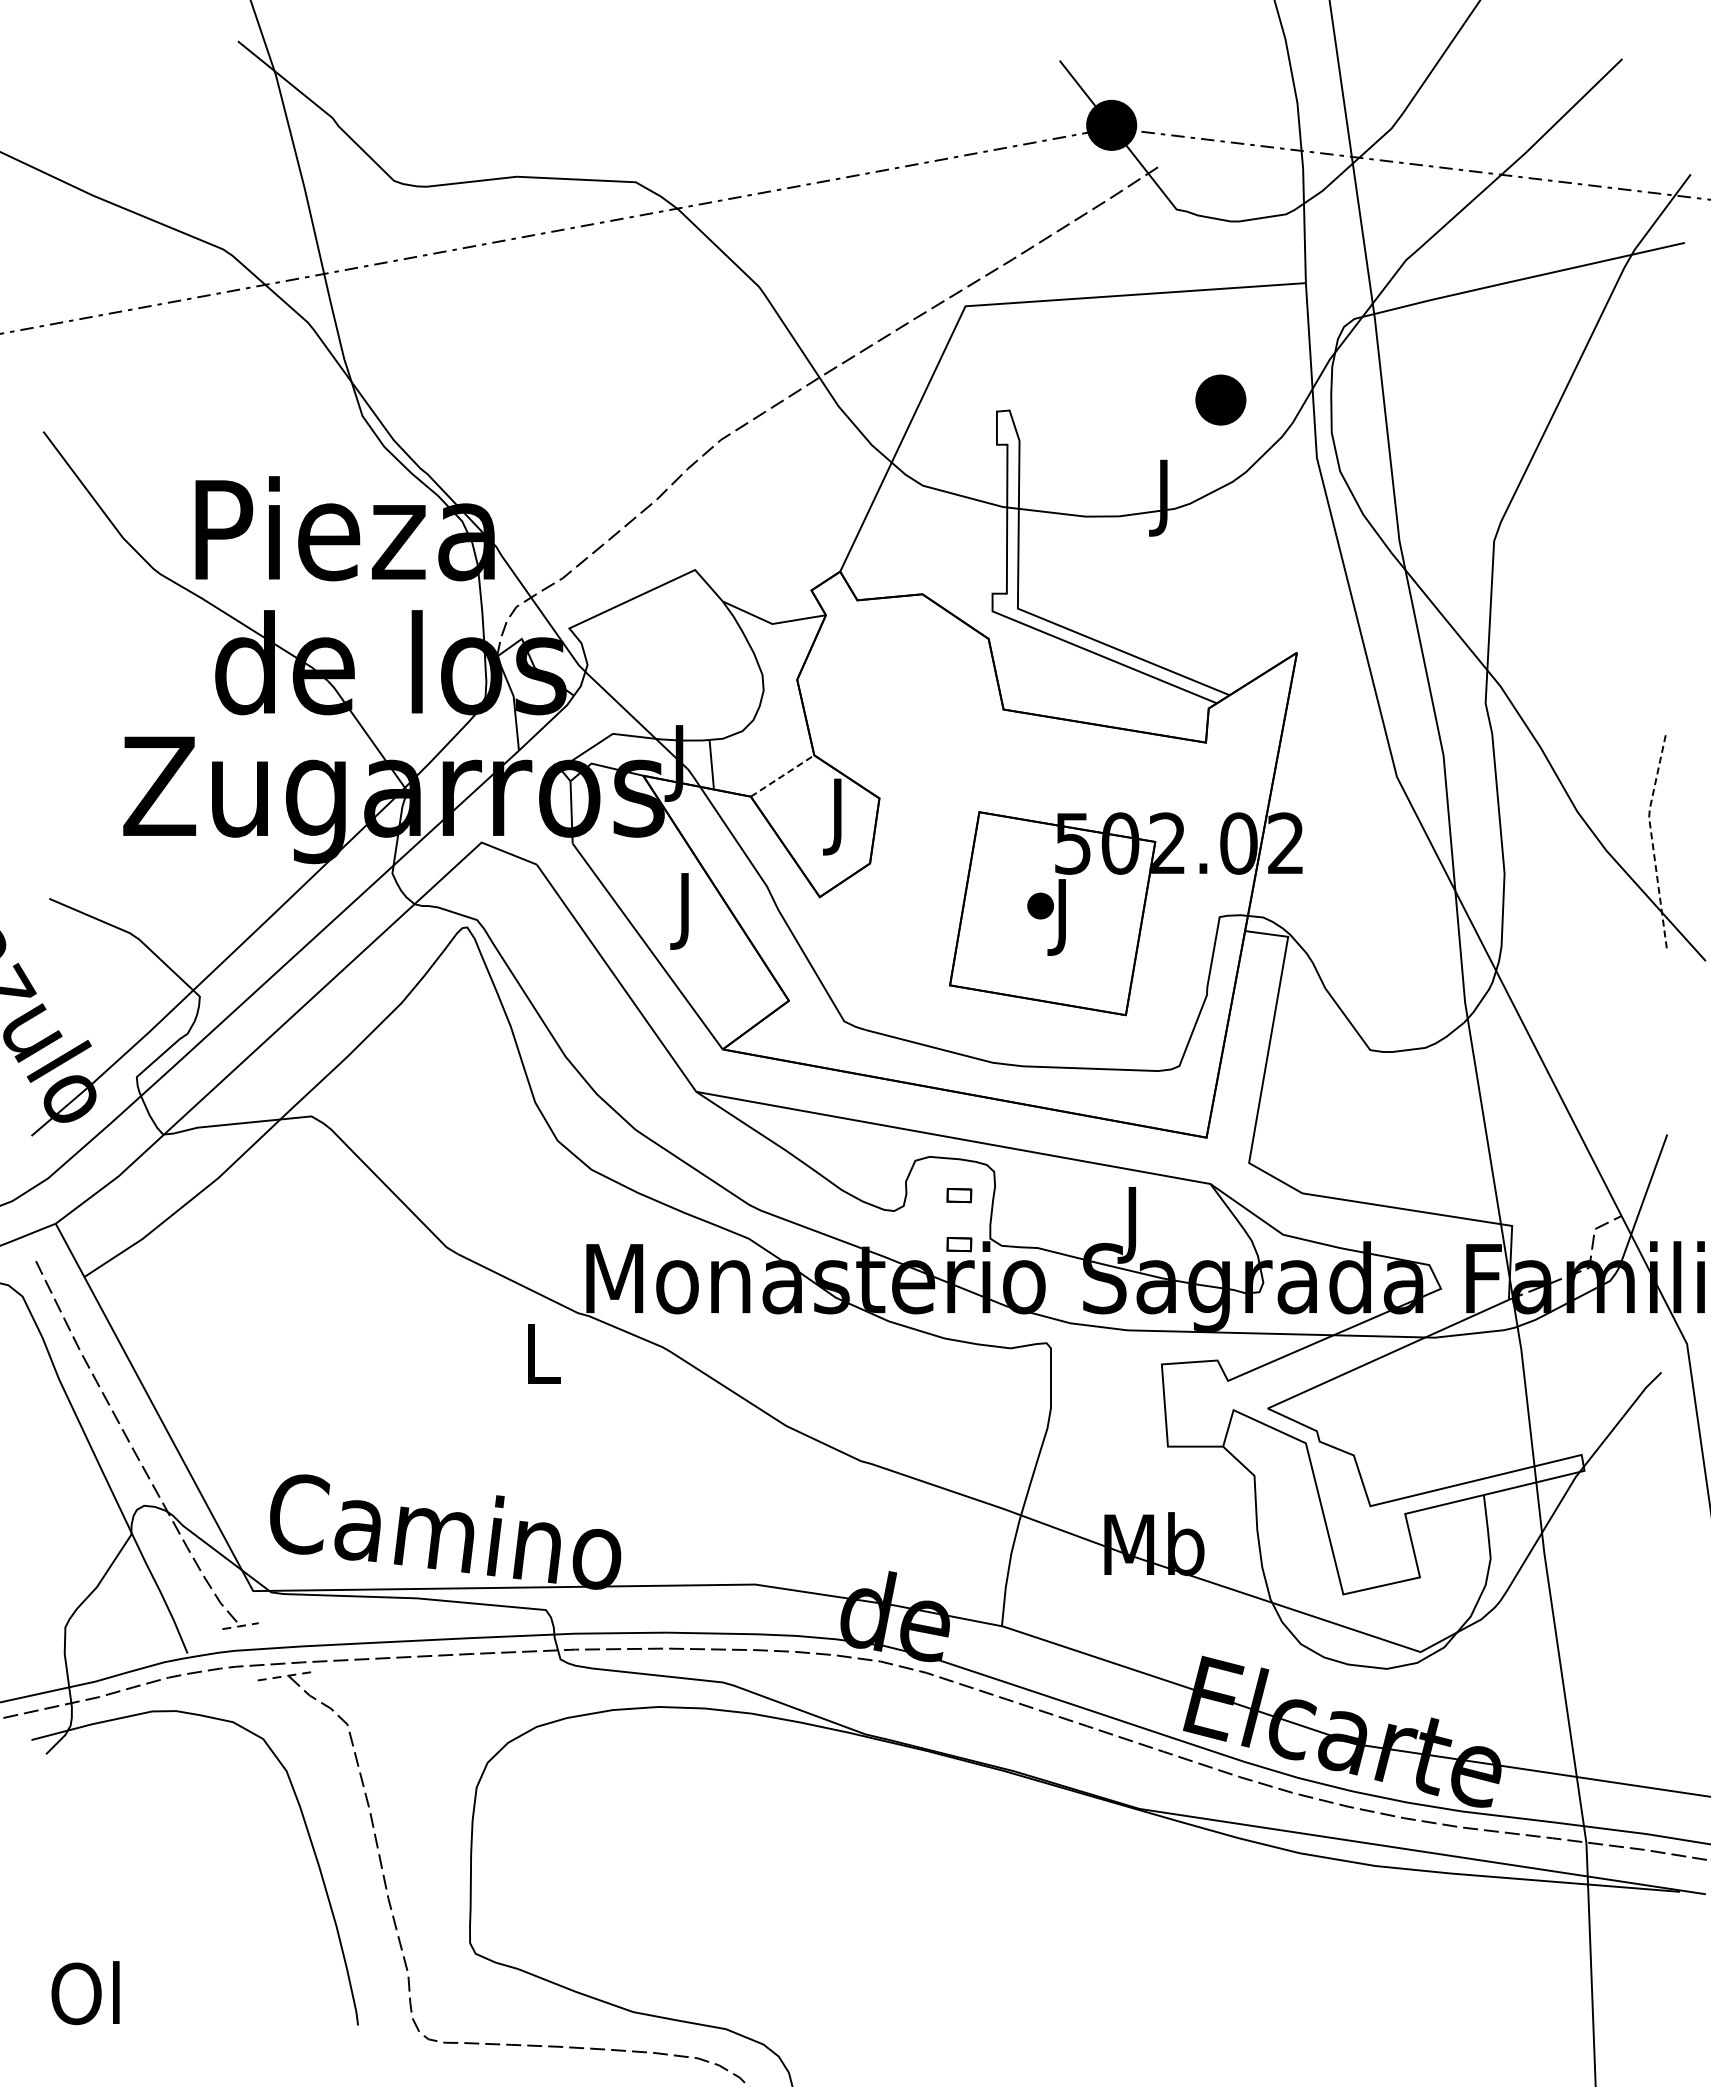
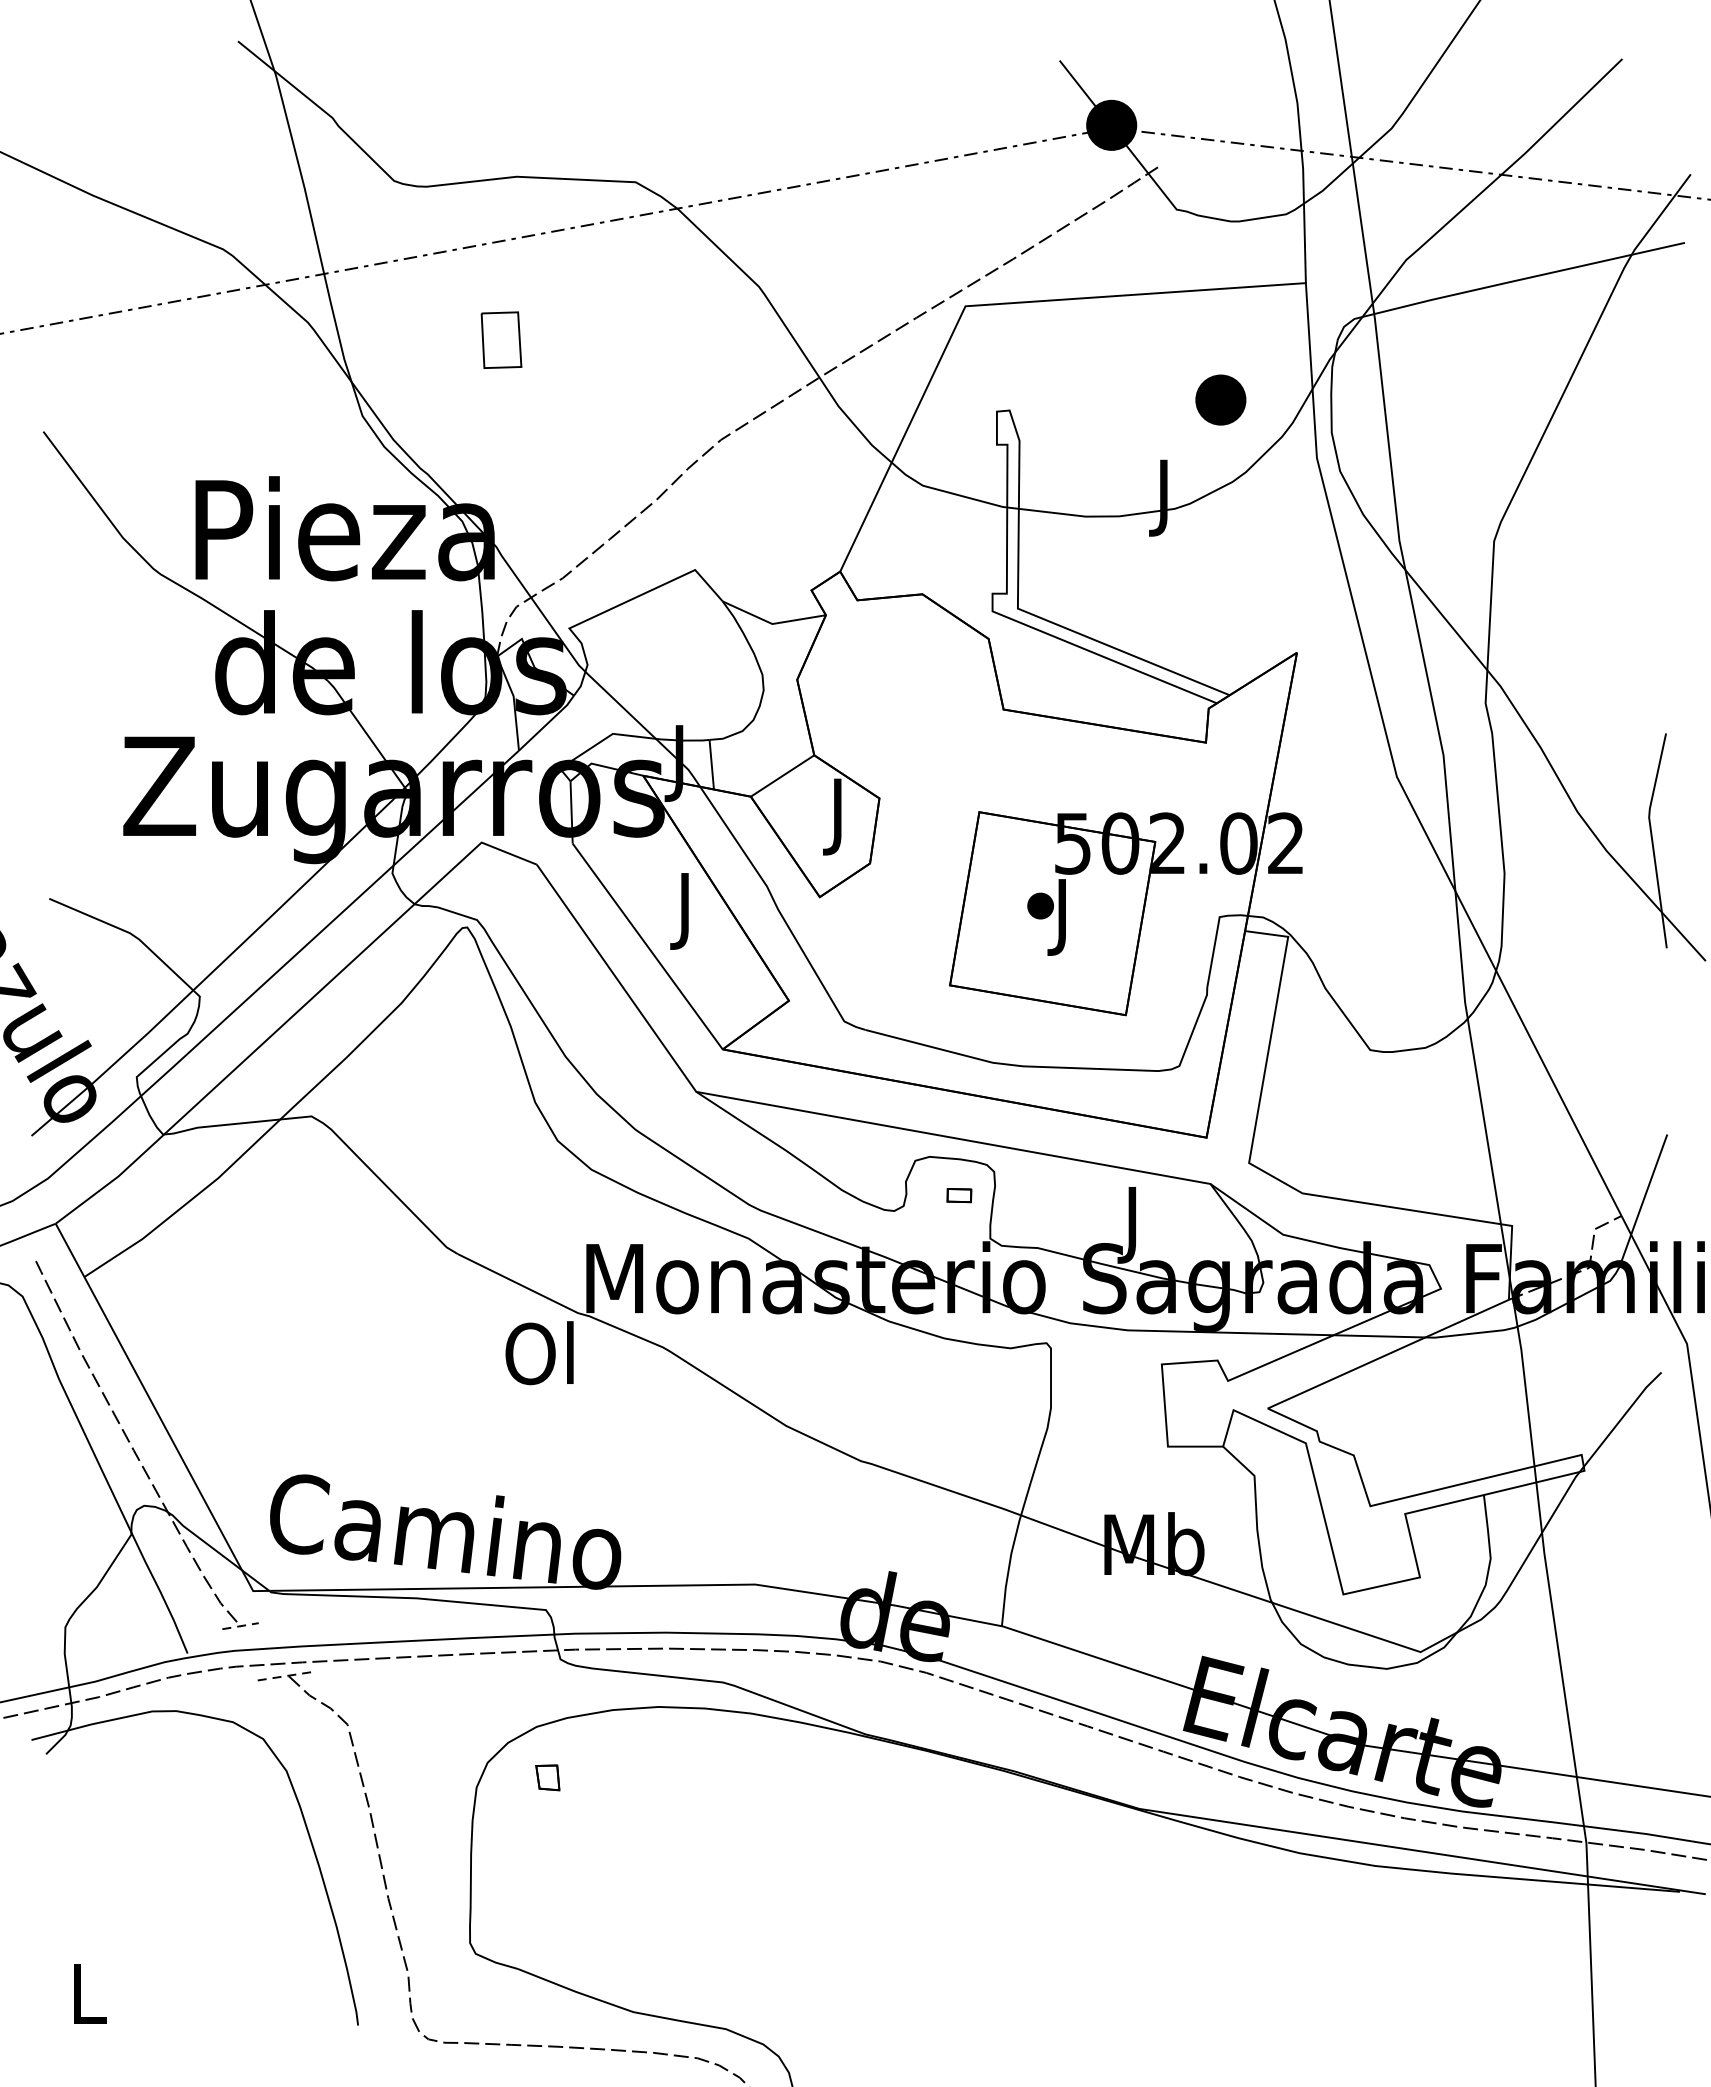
part at (501, 339): none -> present
line at (782, 776): dashed -> solid
line at (1651, 838): dashed -> solid
part at (959, 1244): present -> none
text at (539, 1353): L -> Ol
part at (547, 1777): none -> present
text at (85, 1993): Ol -> L
